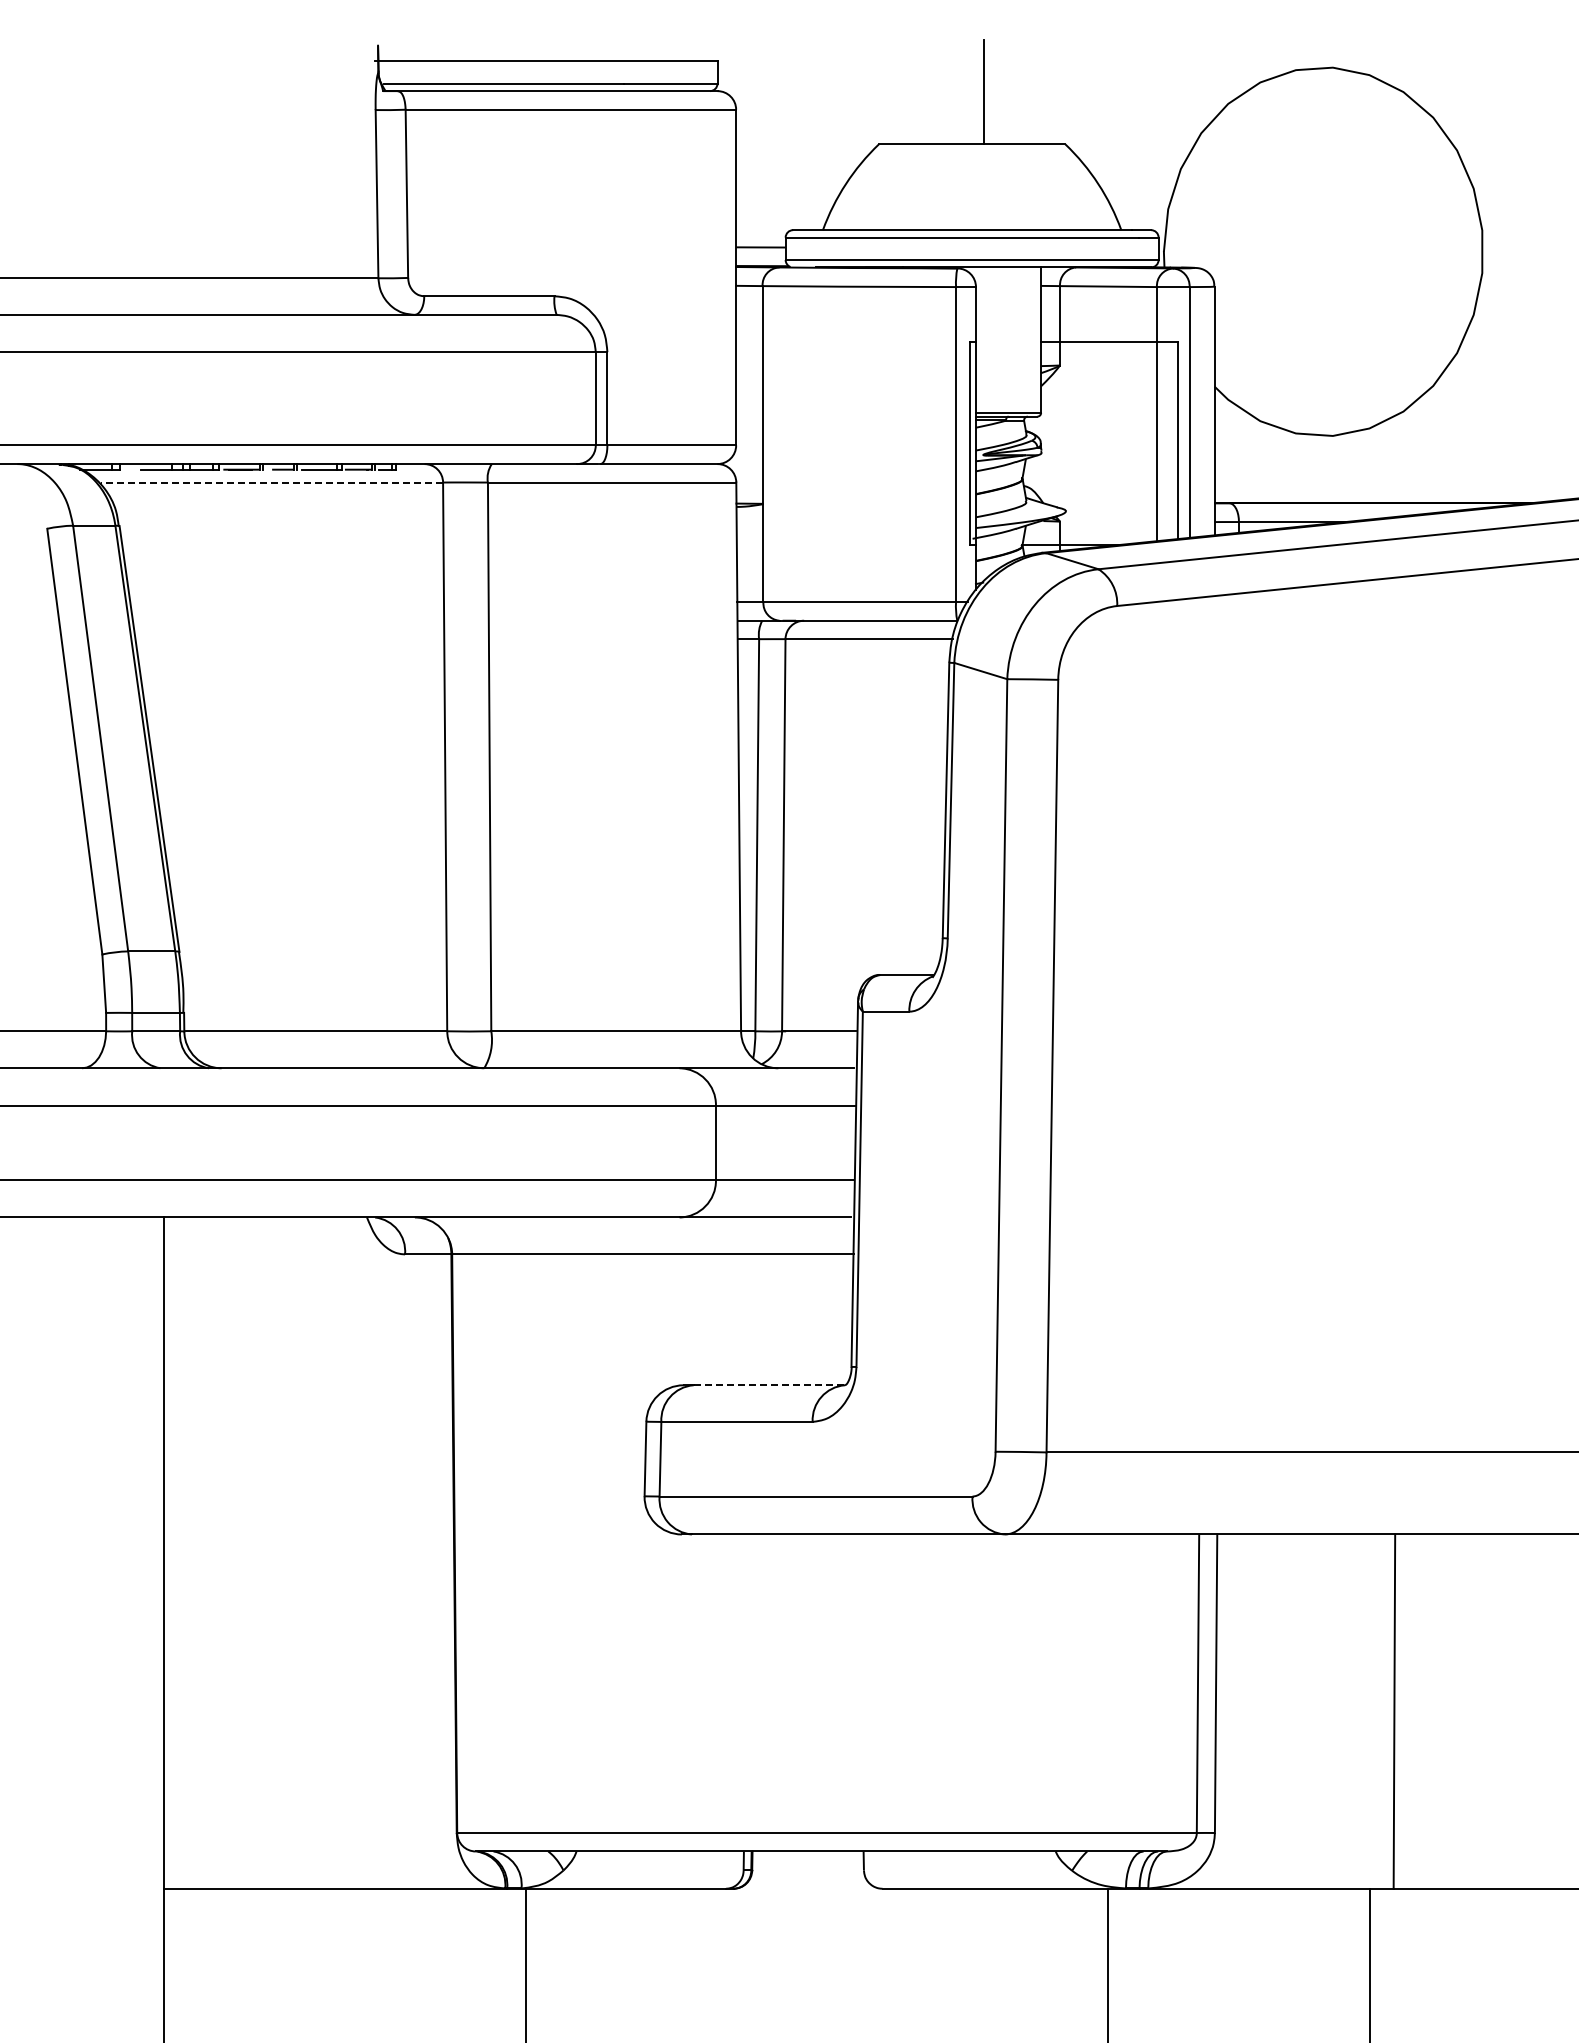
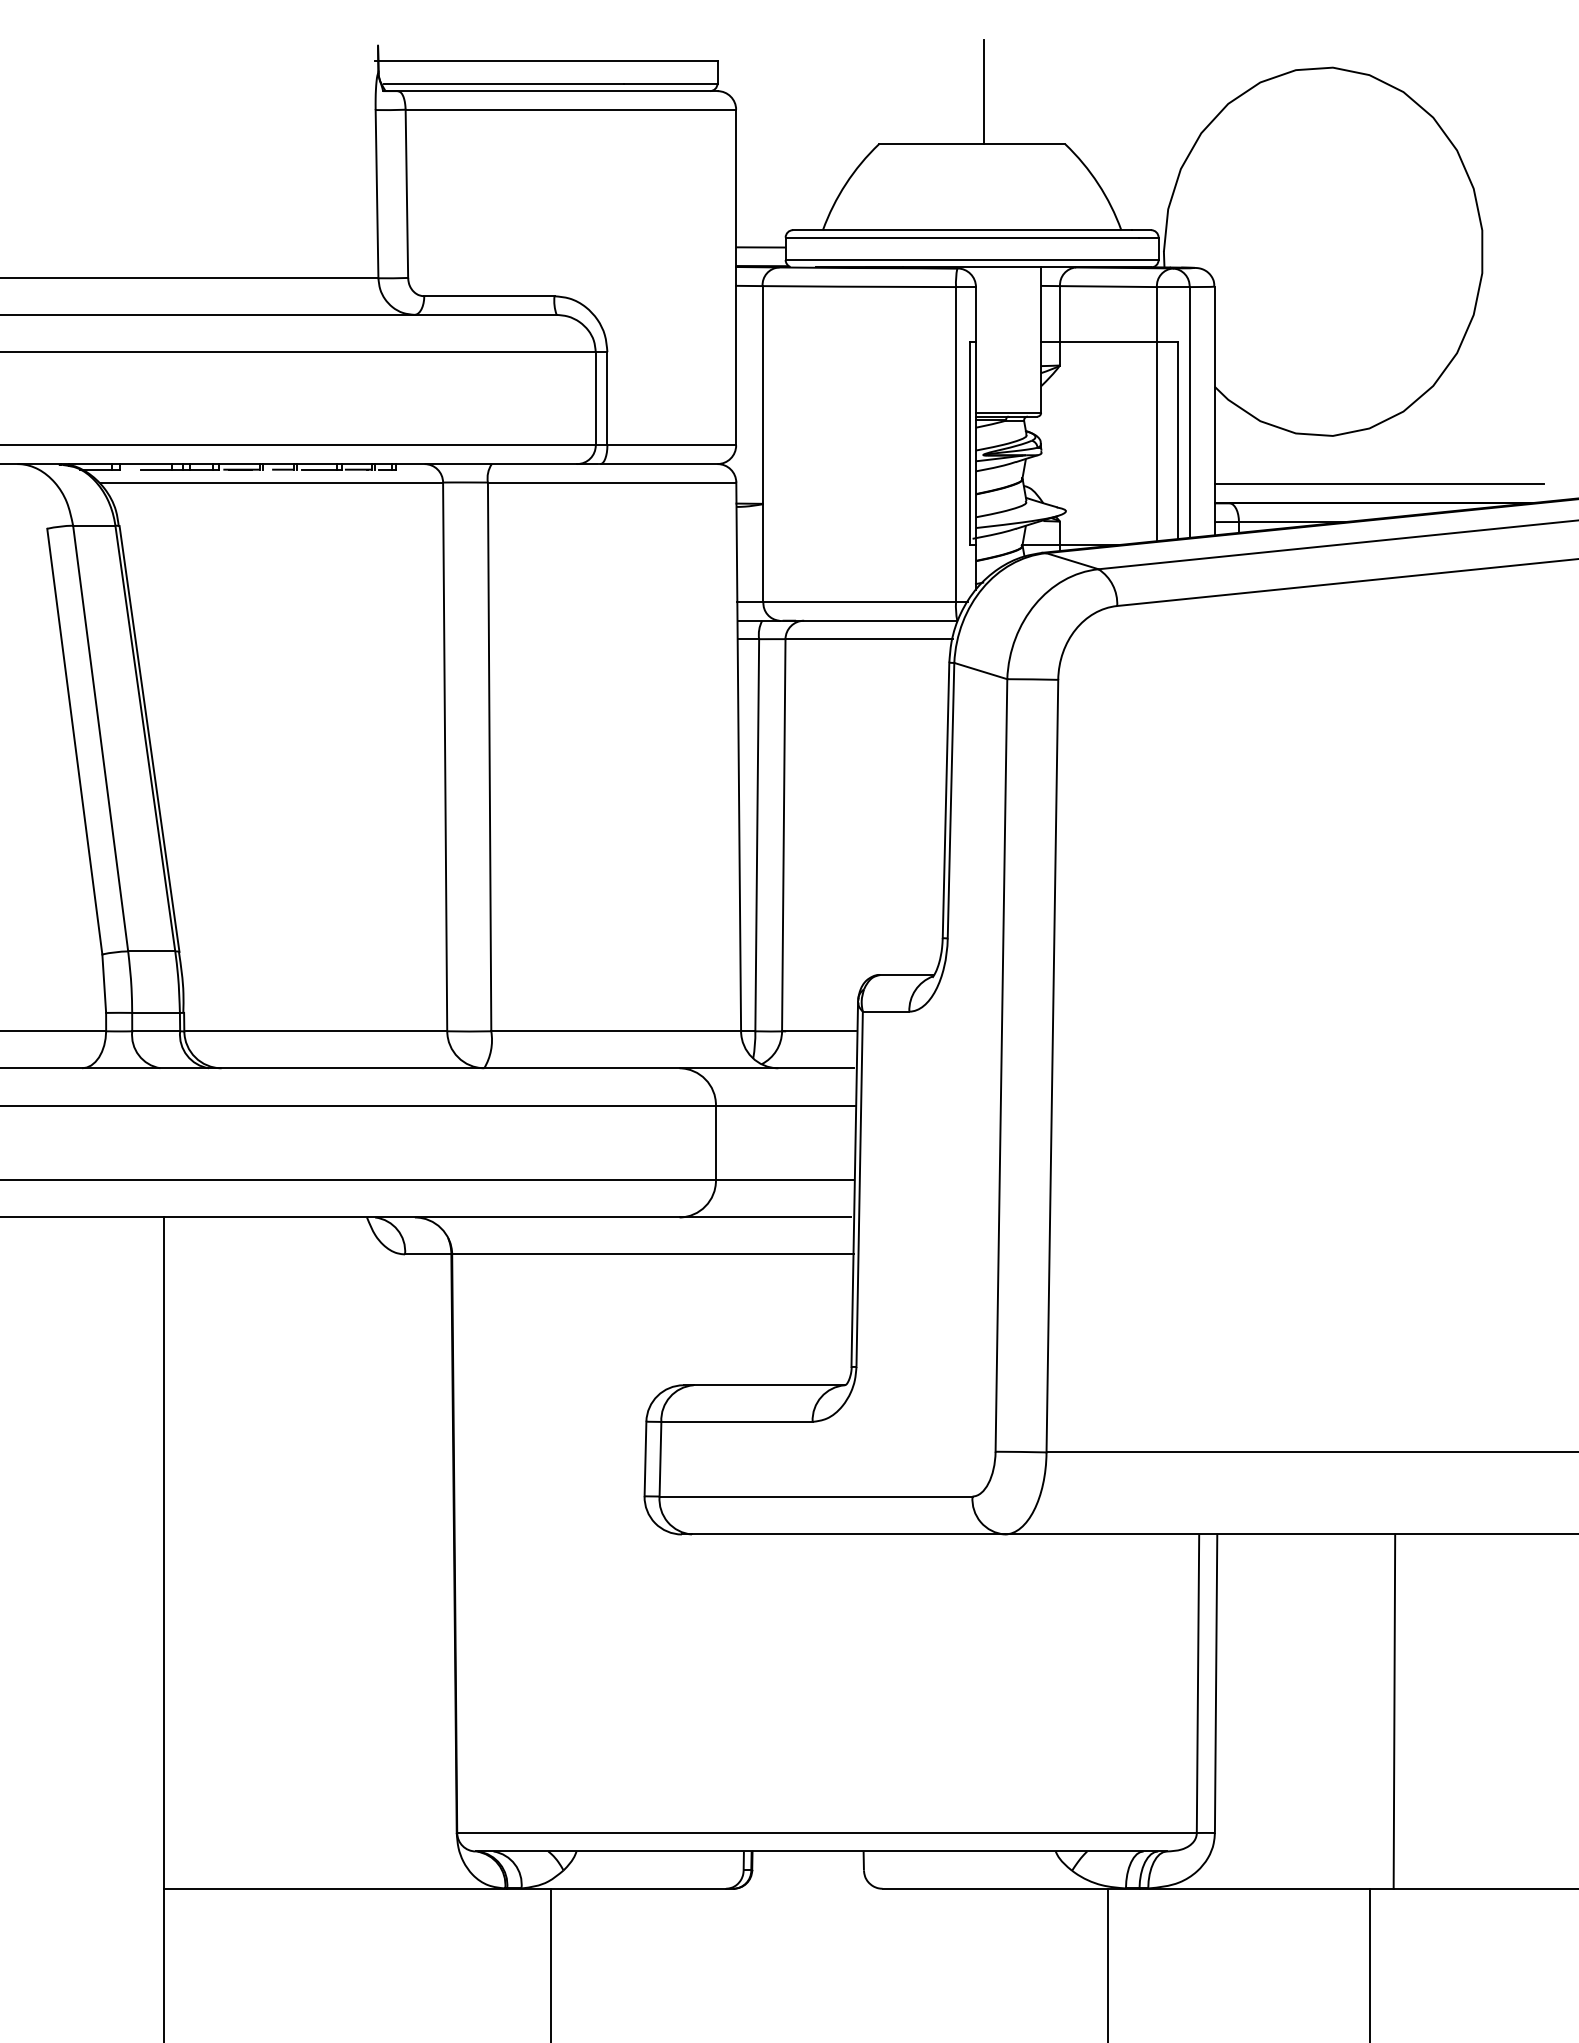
line at (272, 482): dashed -> solid
line at (1379, 483): none -> present
line at (769, 1385): dashed -> solid
line at (525, 1963) position: (525, 1963) -> (550, 1963)
